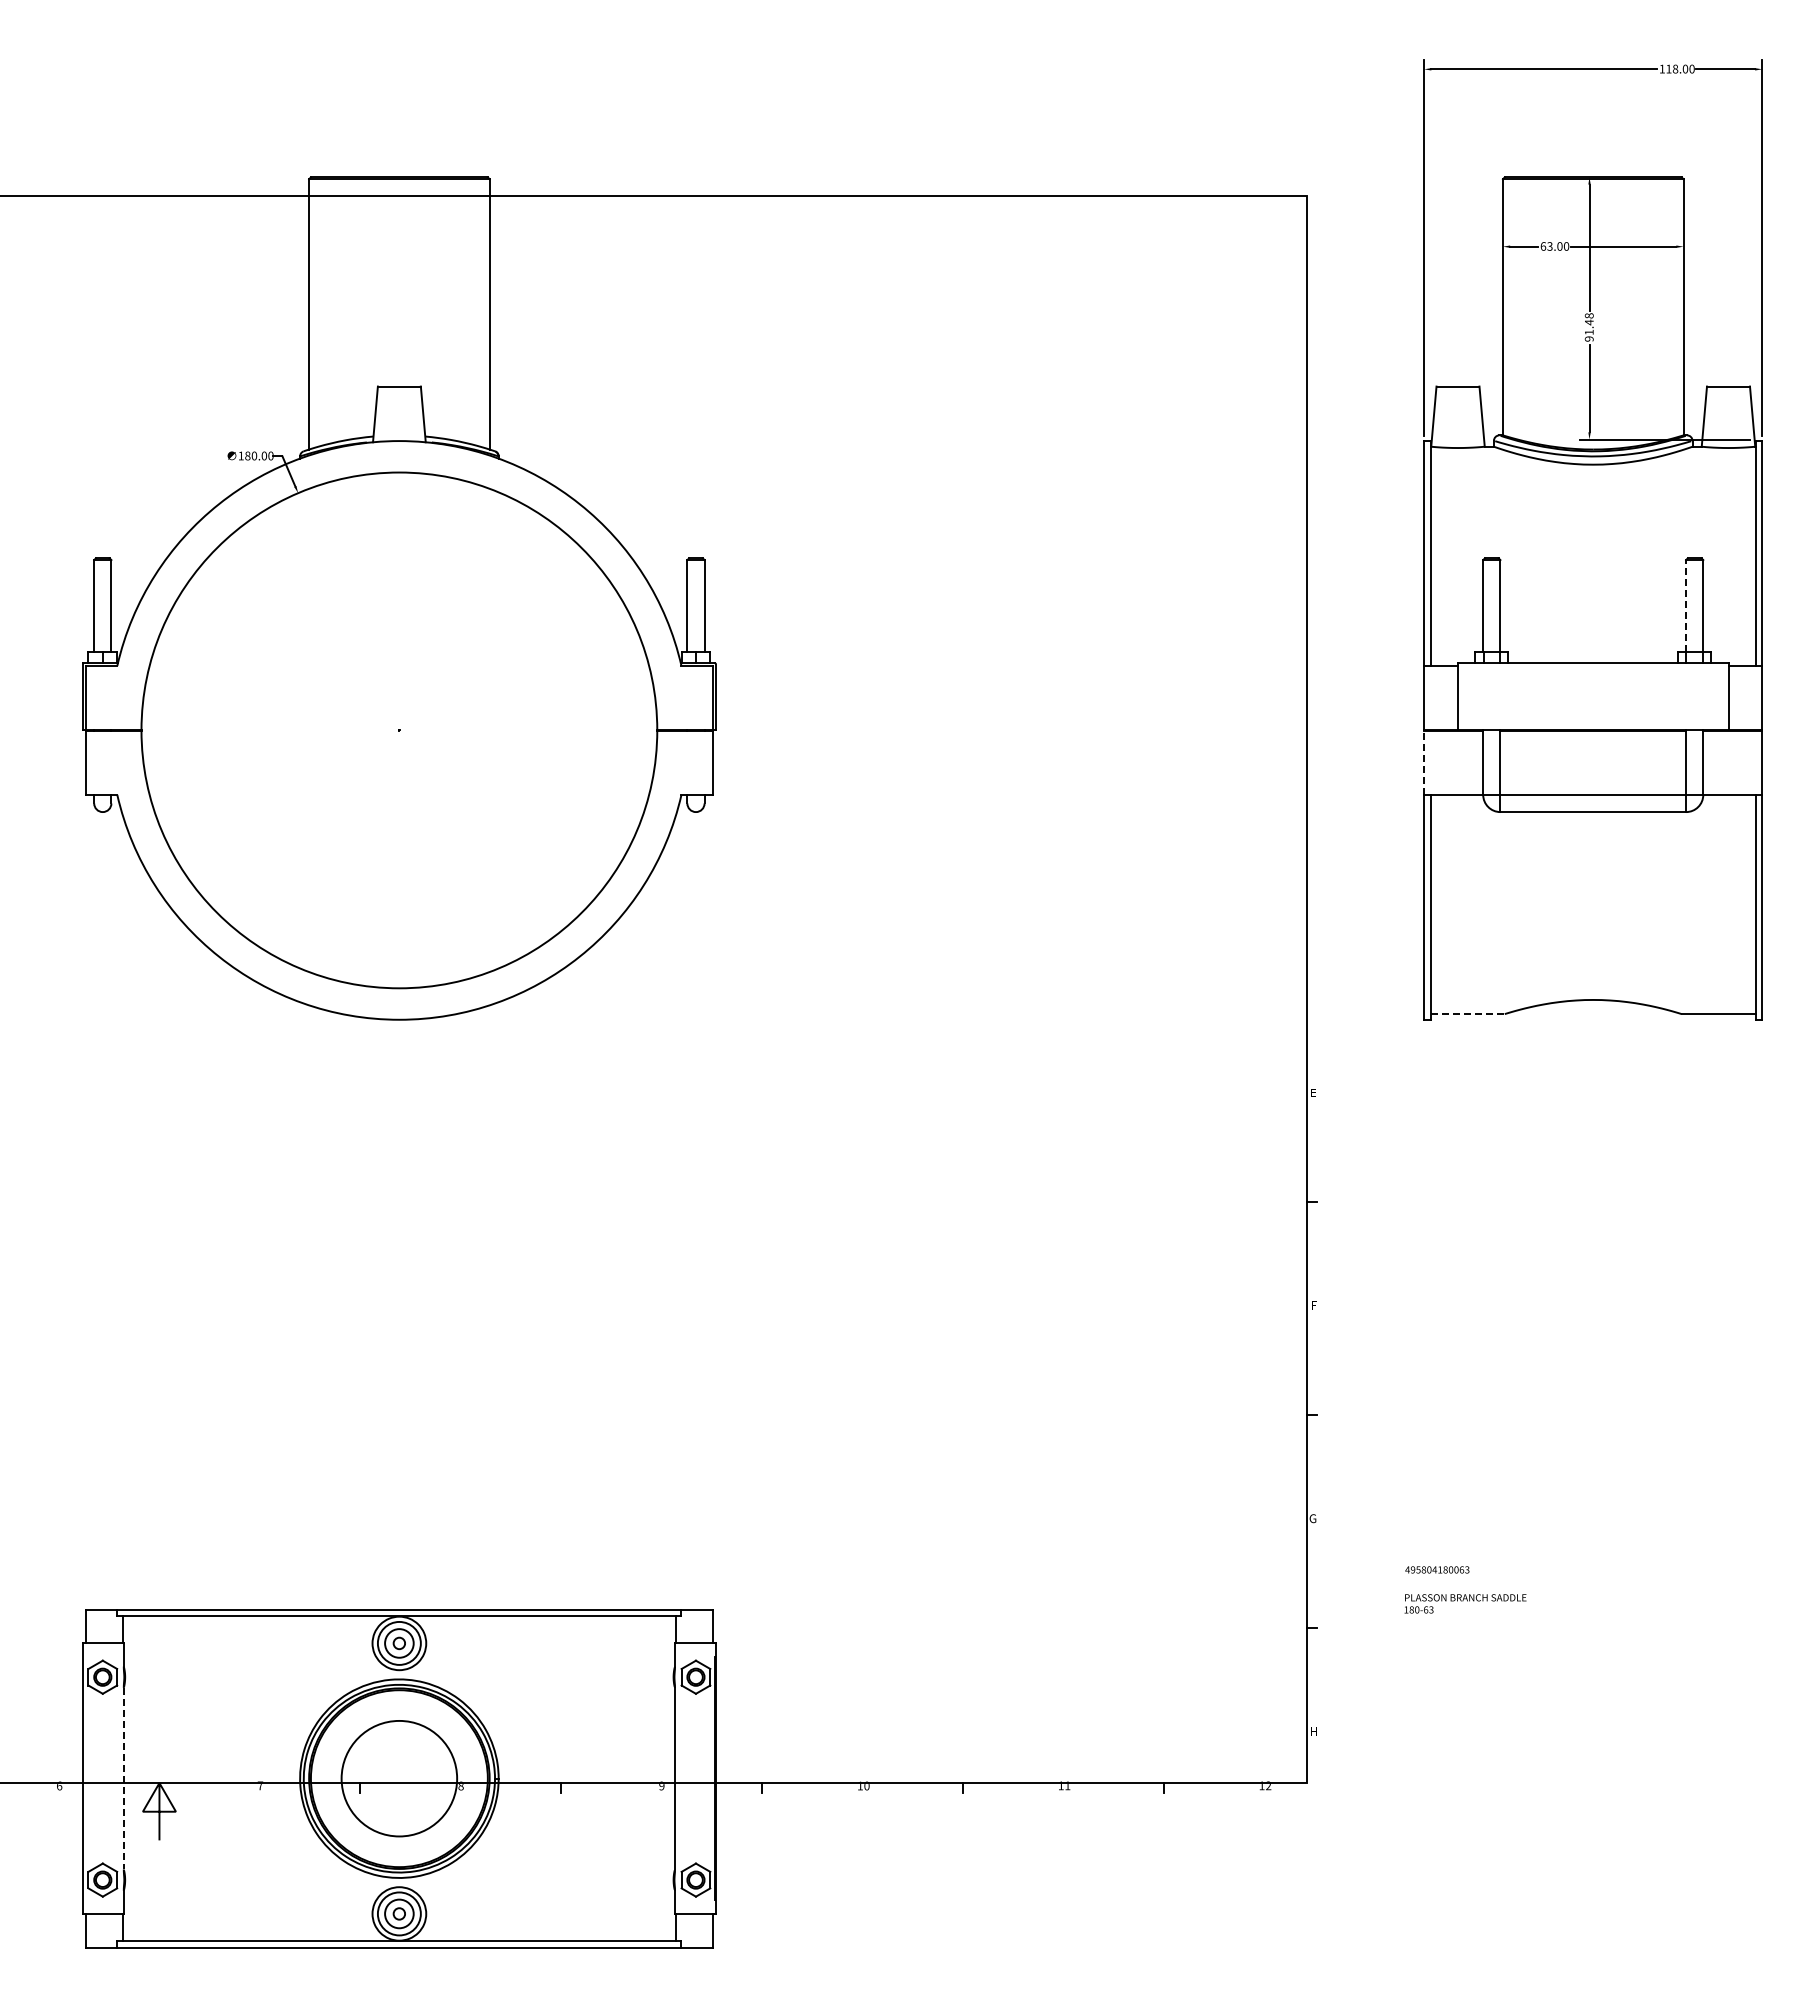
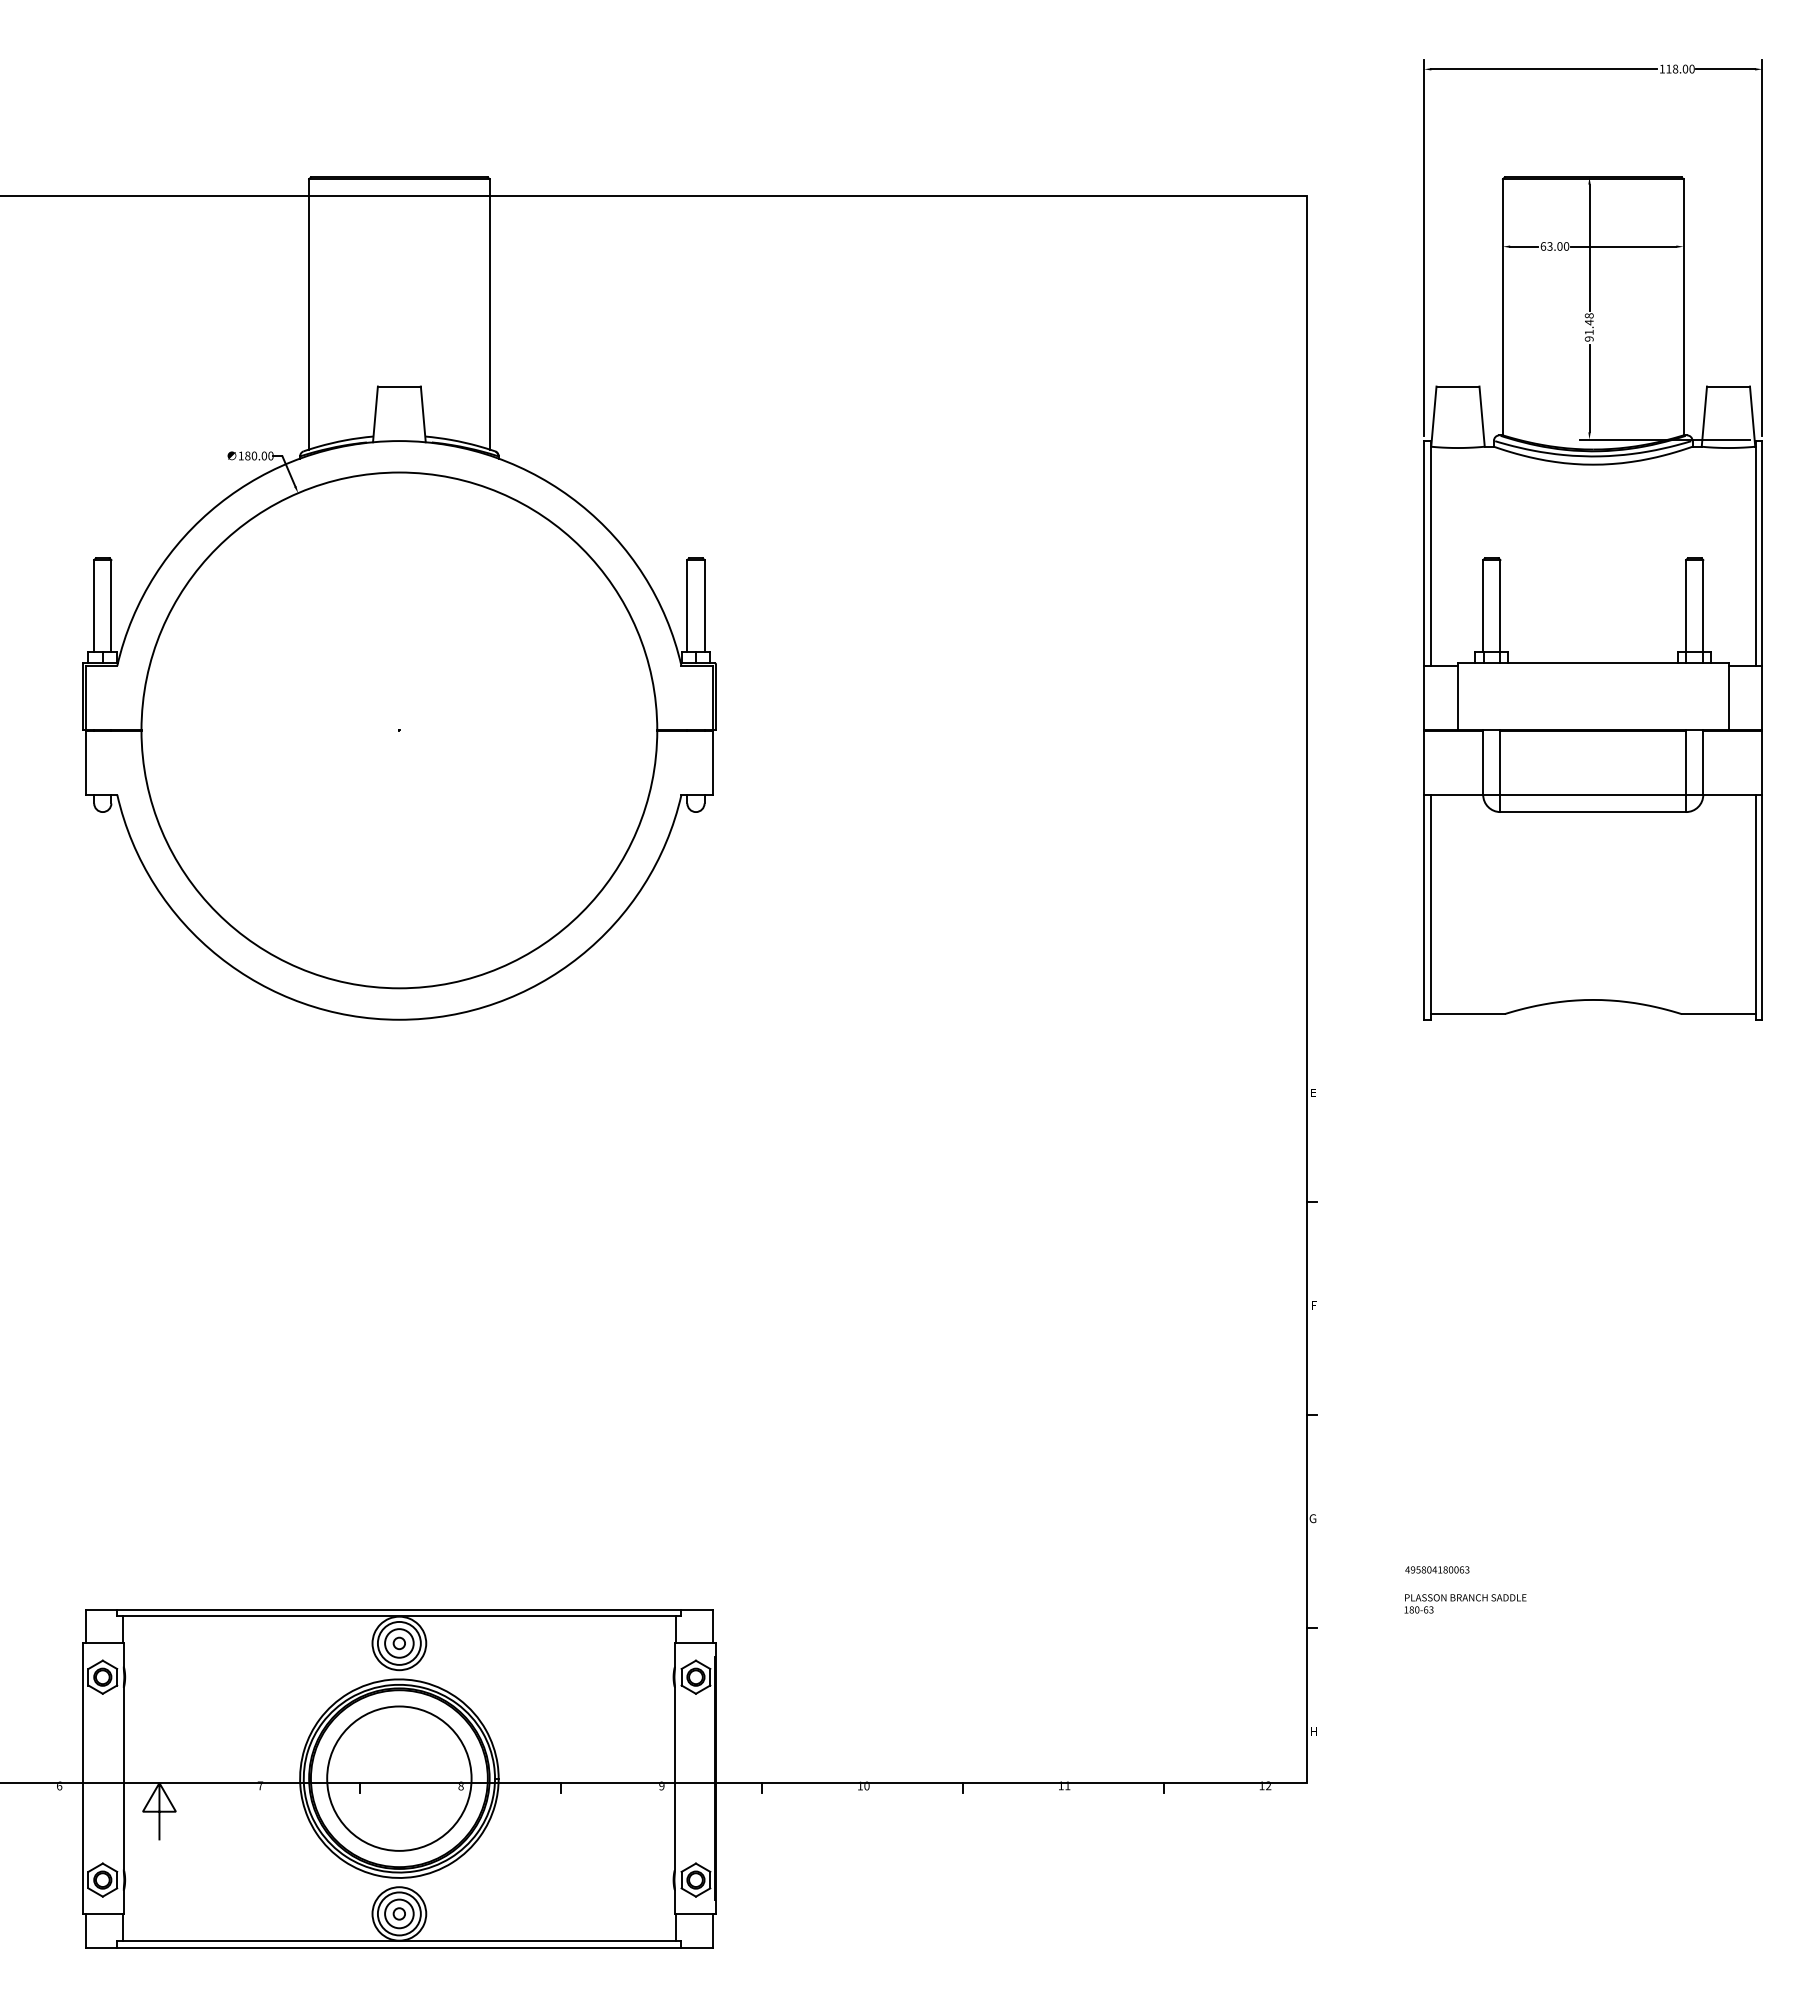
line at (1686, 605): dashed -> solid
line at (1424, 762): dashed -> solid
line at (1467, 1014): dashed -> solid
line at (123, 1778): dashed -> solid
circle at (399, 1778) diameter: 116 px -> 144 px
